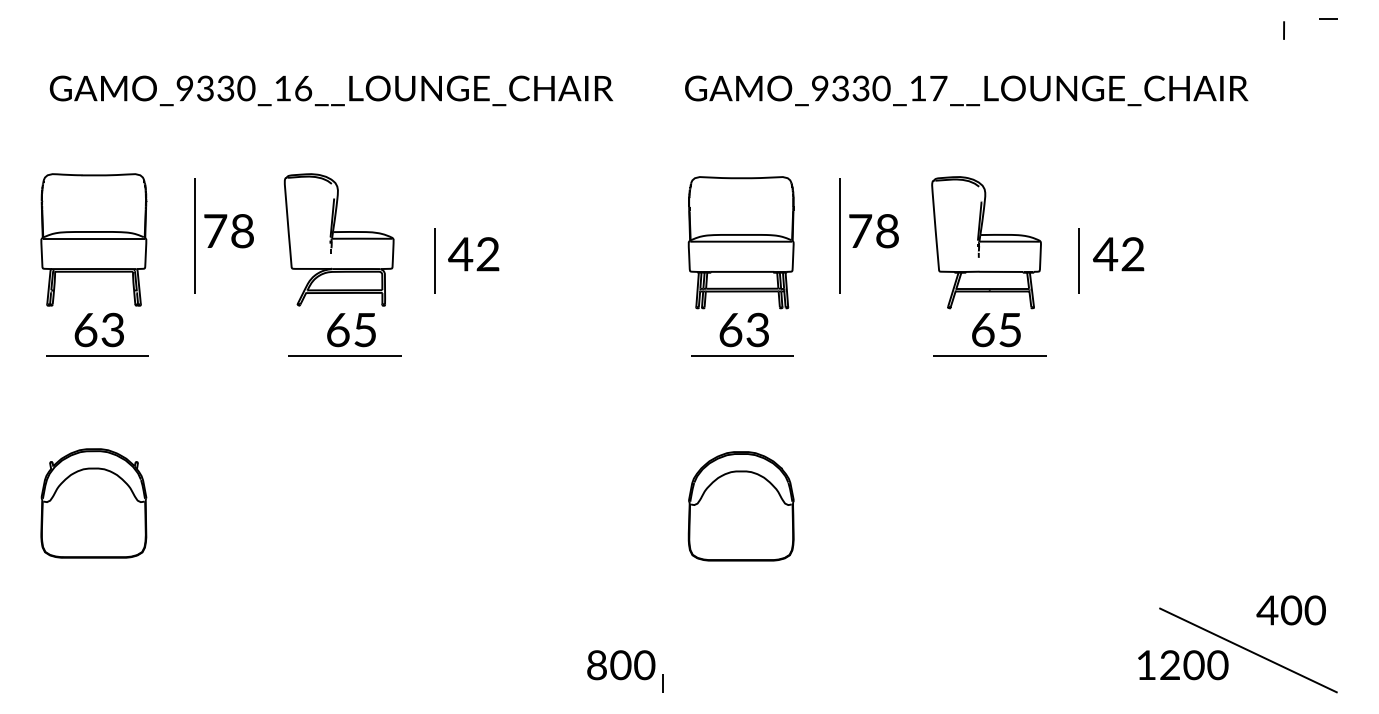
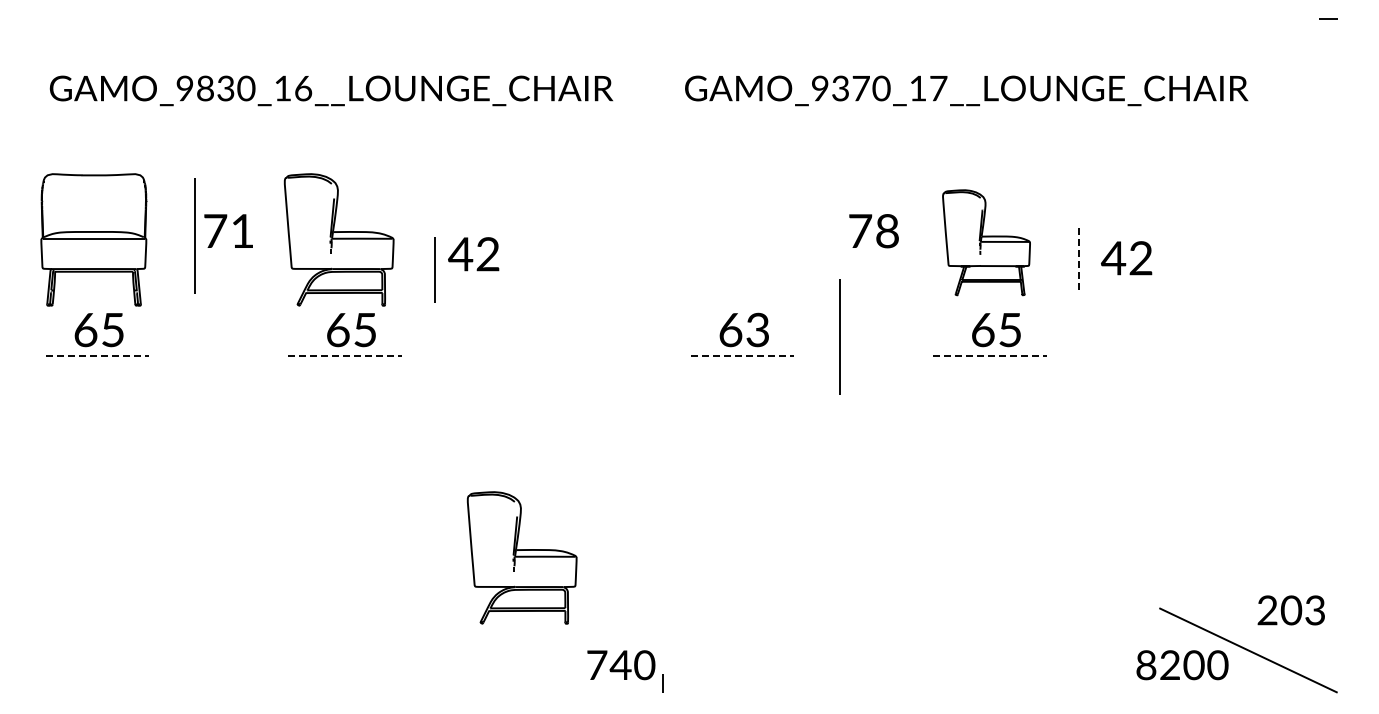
line at (1283, 30): present -> none
text at (205, 88): GAMO_9330_16__LOUNGE_CHAIR -> GAMO_9830_16__LOUNGE_CHAIR
text at (860, 88): GAMO_9330_17__LOUNGE_CHAIR -> GAMO_9370_17__LOUNGE_CHAIR
text at (242, 231): 78 -> 71
line at (839, 235) position: (839, 235) -> (839, 336)
part at (740, 242): present -> none
part at (986, 242) size: 111x134 px -> 89x108 px
text at (1118, 254) position: (1118, 254) -> (1126, 258)
line at (434, 260) position: (434, 260) -> (434, 269)
line at (1079, 261): solid -> dashed
text at (112, 329): 63 -> 65
line at (98, 356): solid -> dashed
line at (345, 356): solid -> dashed
line at (743, 356): solid -> dashed
line at (990, 356): solid -> dashed
part at (93, 503): present -> none
part at (740, 506): present -> none
part at (521, 557): none -> present
text at (1290, 610): 400 -> 203
text at (609, 665): 800 -> 740
text at (1146, 665): 1200 -> 8200
